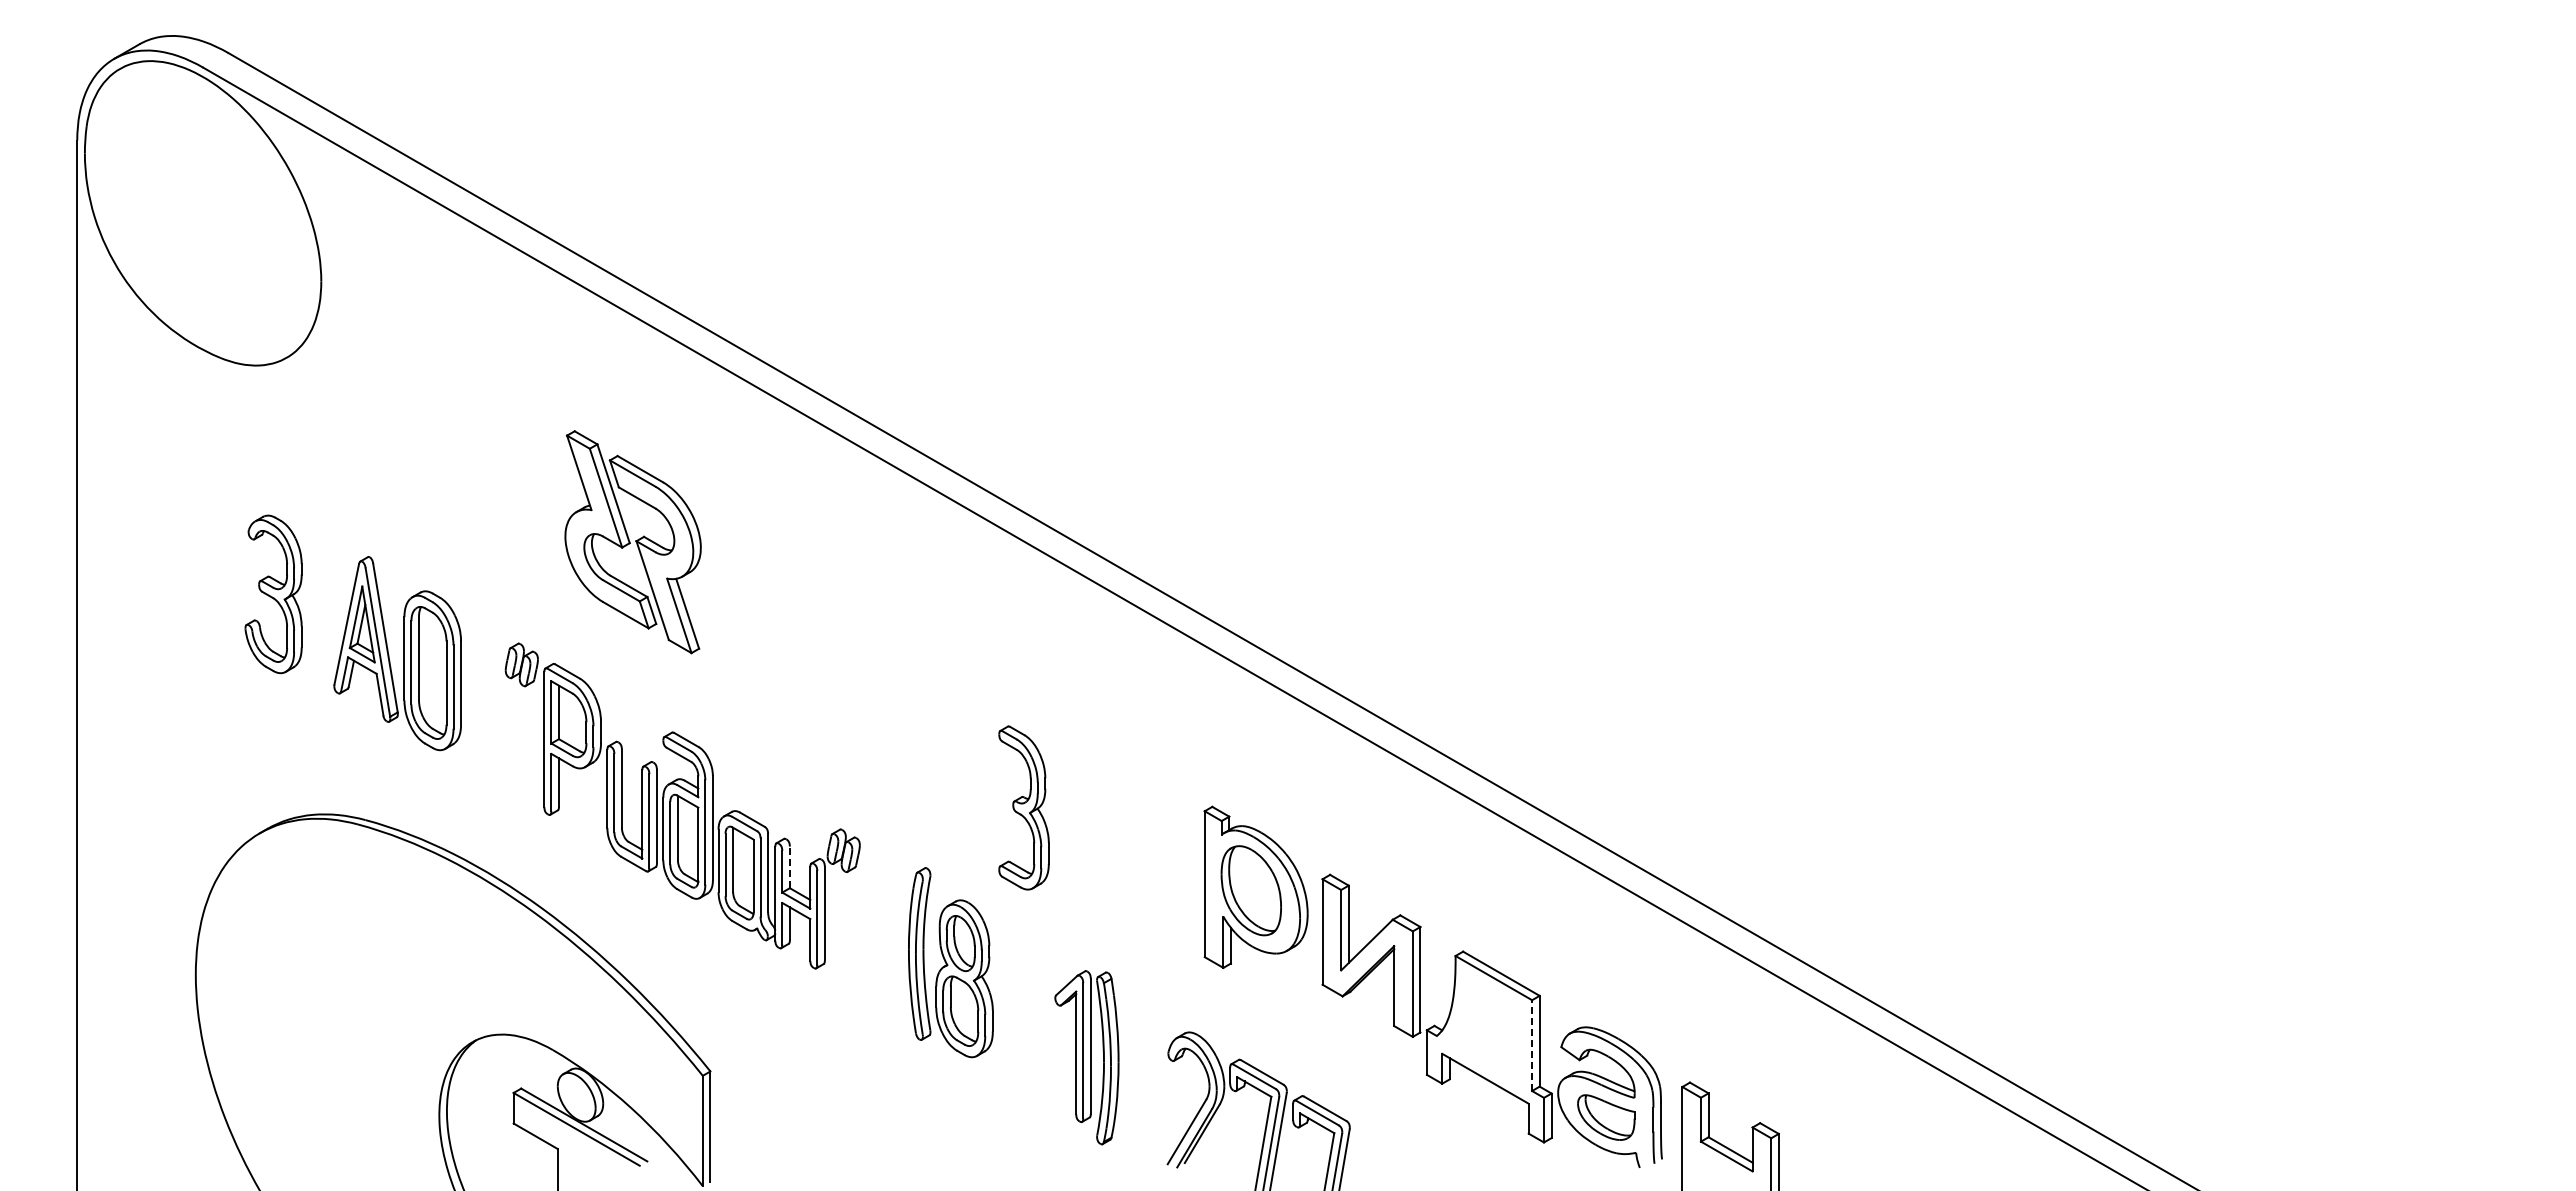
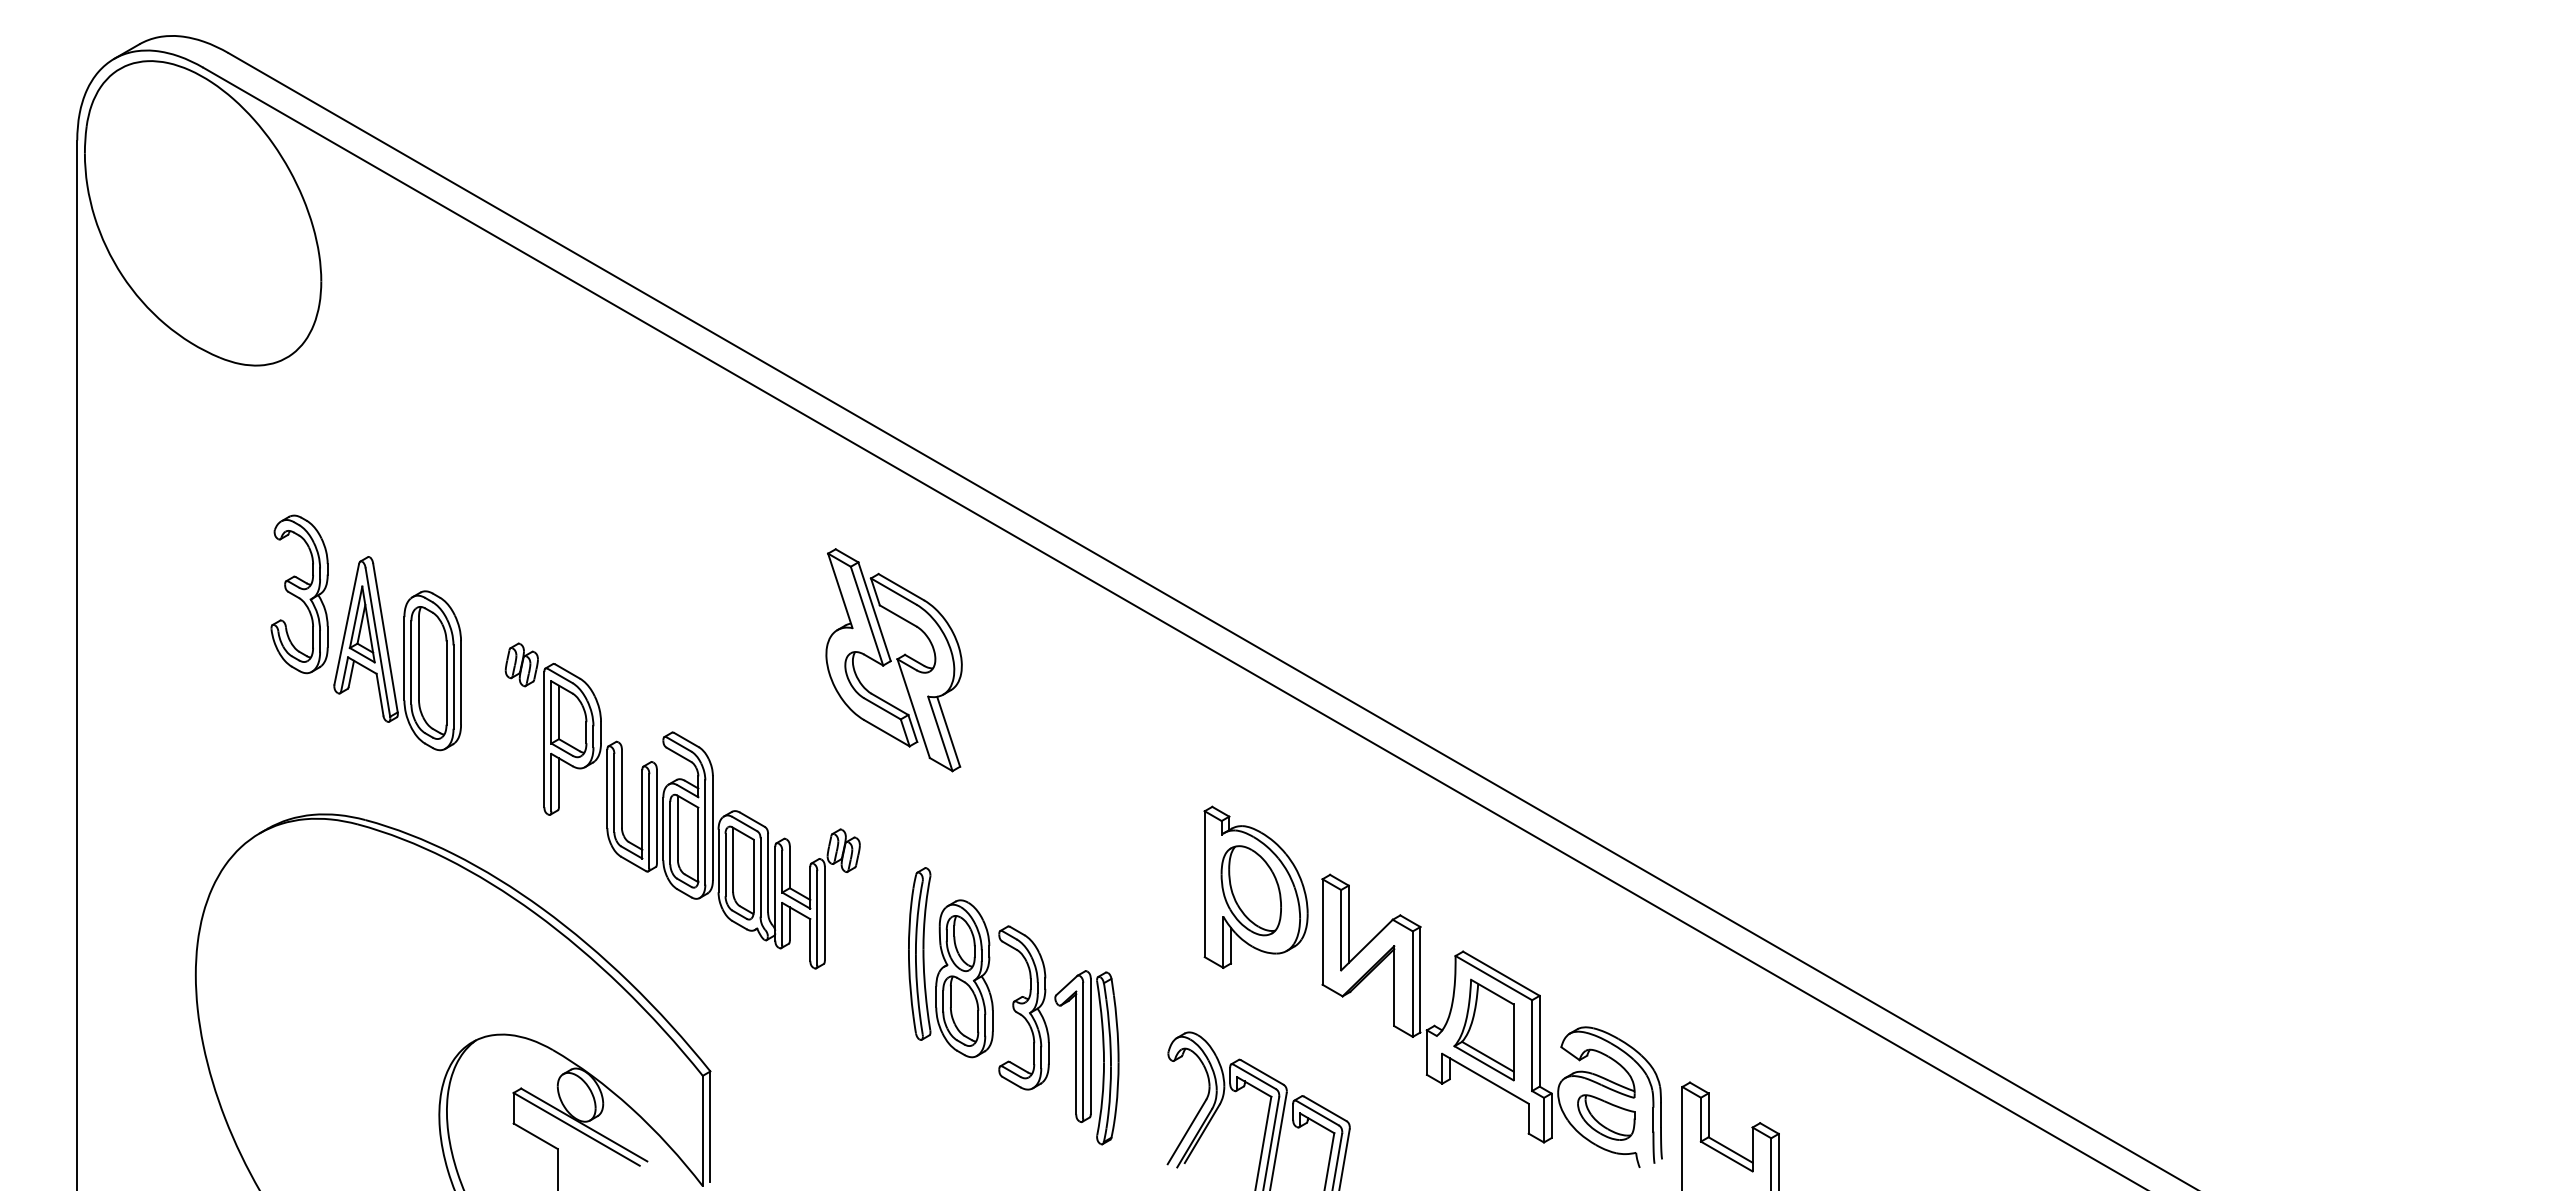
part at (632, 542) position: (632, 542) -> (893, 660)
part at (273, 594) position: (273, 594) -> (299, 594)
part at (1023, 807) position: (1023, 807) -> (1023, 1007)
line at (789, 867): dashed -> solid
part at (1483, 1029): none -> present
line at (1532, 1045): dashed -> solid
